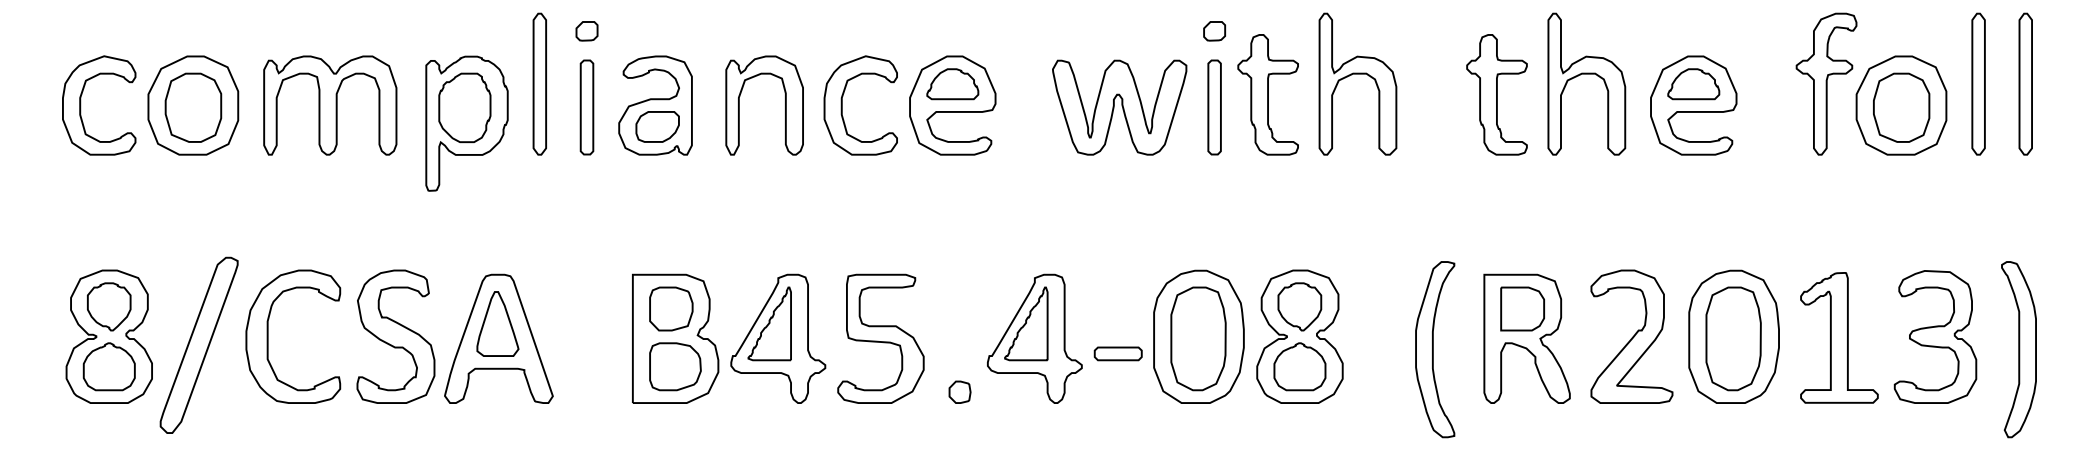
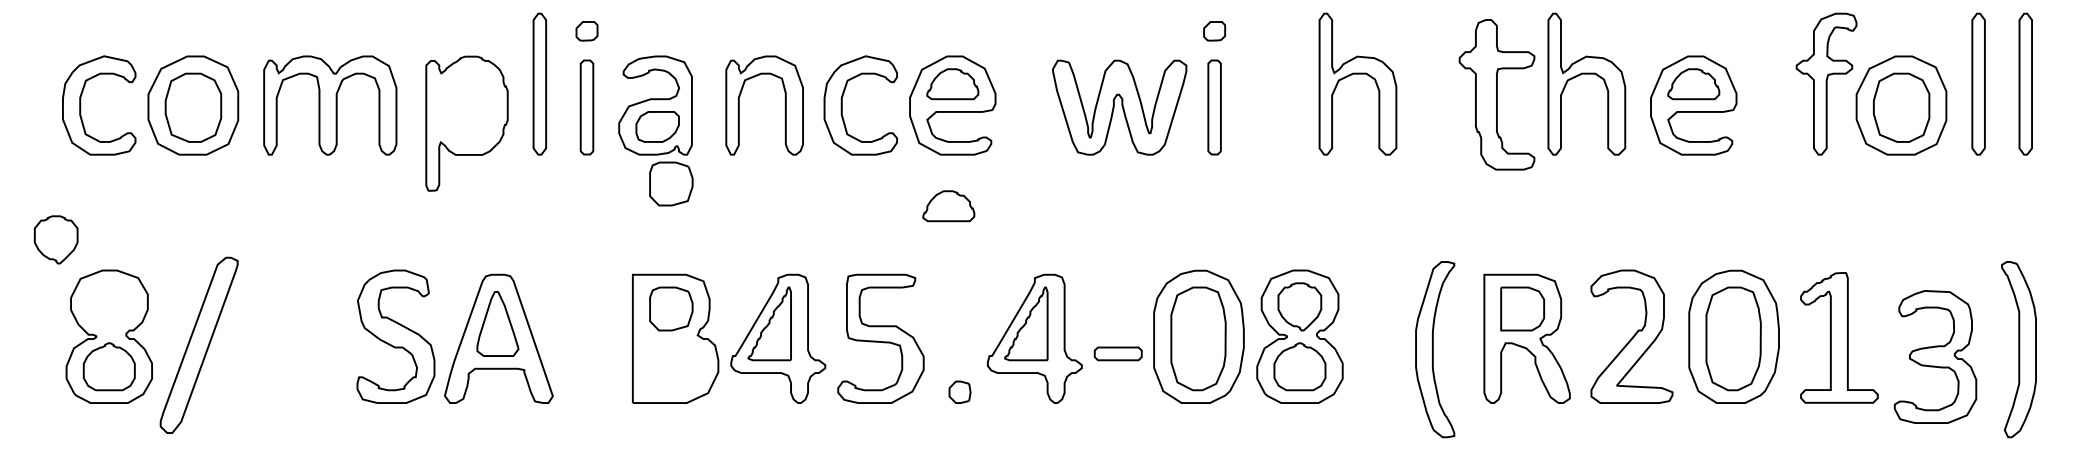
part at (1267, 94): present -> none
part at (1496, 94) size: 62x122 px -> 78x152 px
part at (464, 107): present -> none
part at (671, 183): none -> present
part at (948, 206): none -> present
part at (109, 306) position: (109, 306) -> (56, 239)
part at (268, 336): present -> none
part at (1935, 336) position: (1935, 336) -> (1935, 356)
part at (675, 366): present -> none
